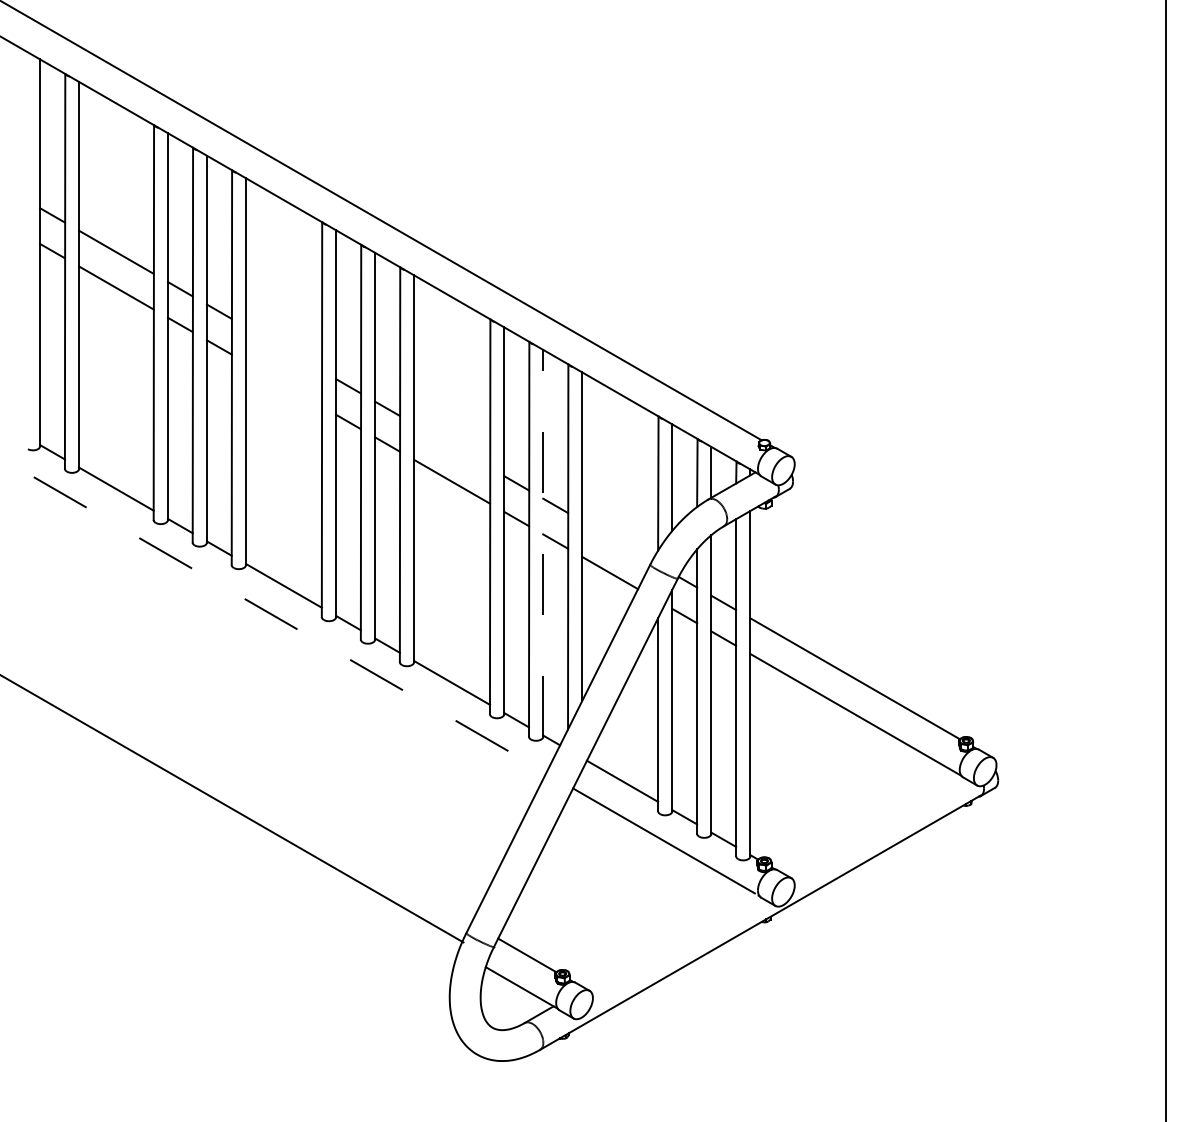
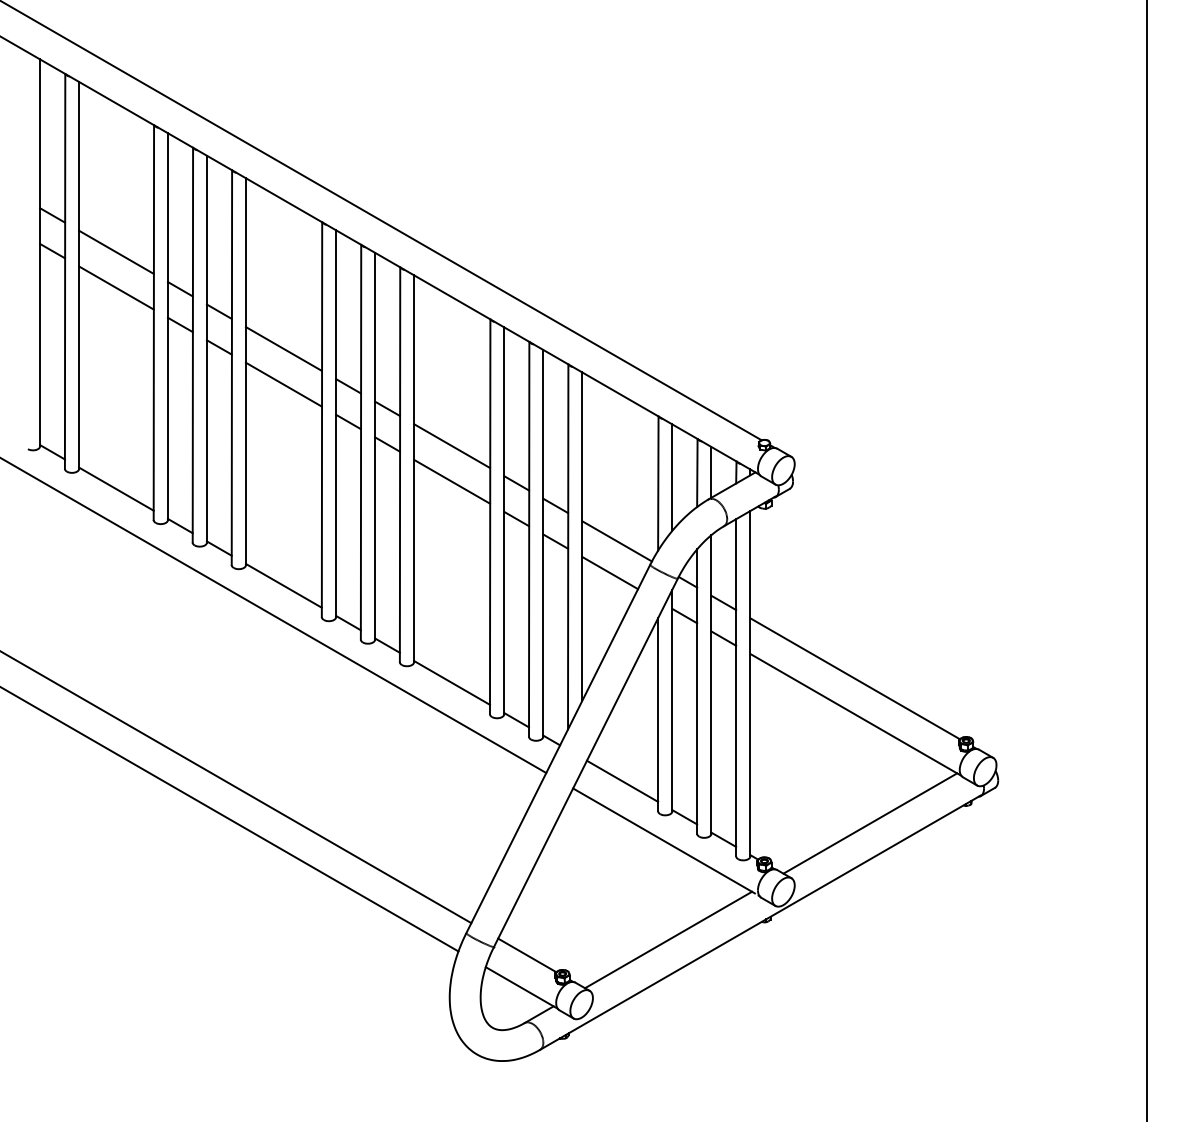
line at (283, 348): none -> present
line at (283, 384): none -> present
line at (451, 445): none -> present
line at (616, 541): none -> present
line at (543, 542): dashed -> solid
line at (1165, 560) position: (1165, 560) -> (1146, 560)
line at (273, 615): dashed -> solid
line at (236, 787): none -> present
line at (232, 809) position: (232, 809) -> (230, 819)
line at (870, 823): none -> present
line at (668, 939): none -> present
